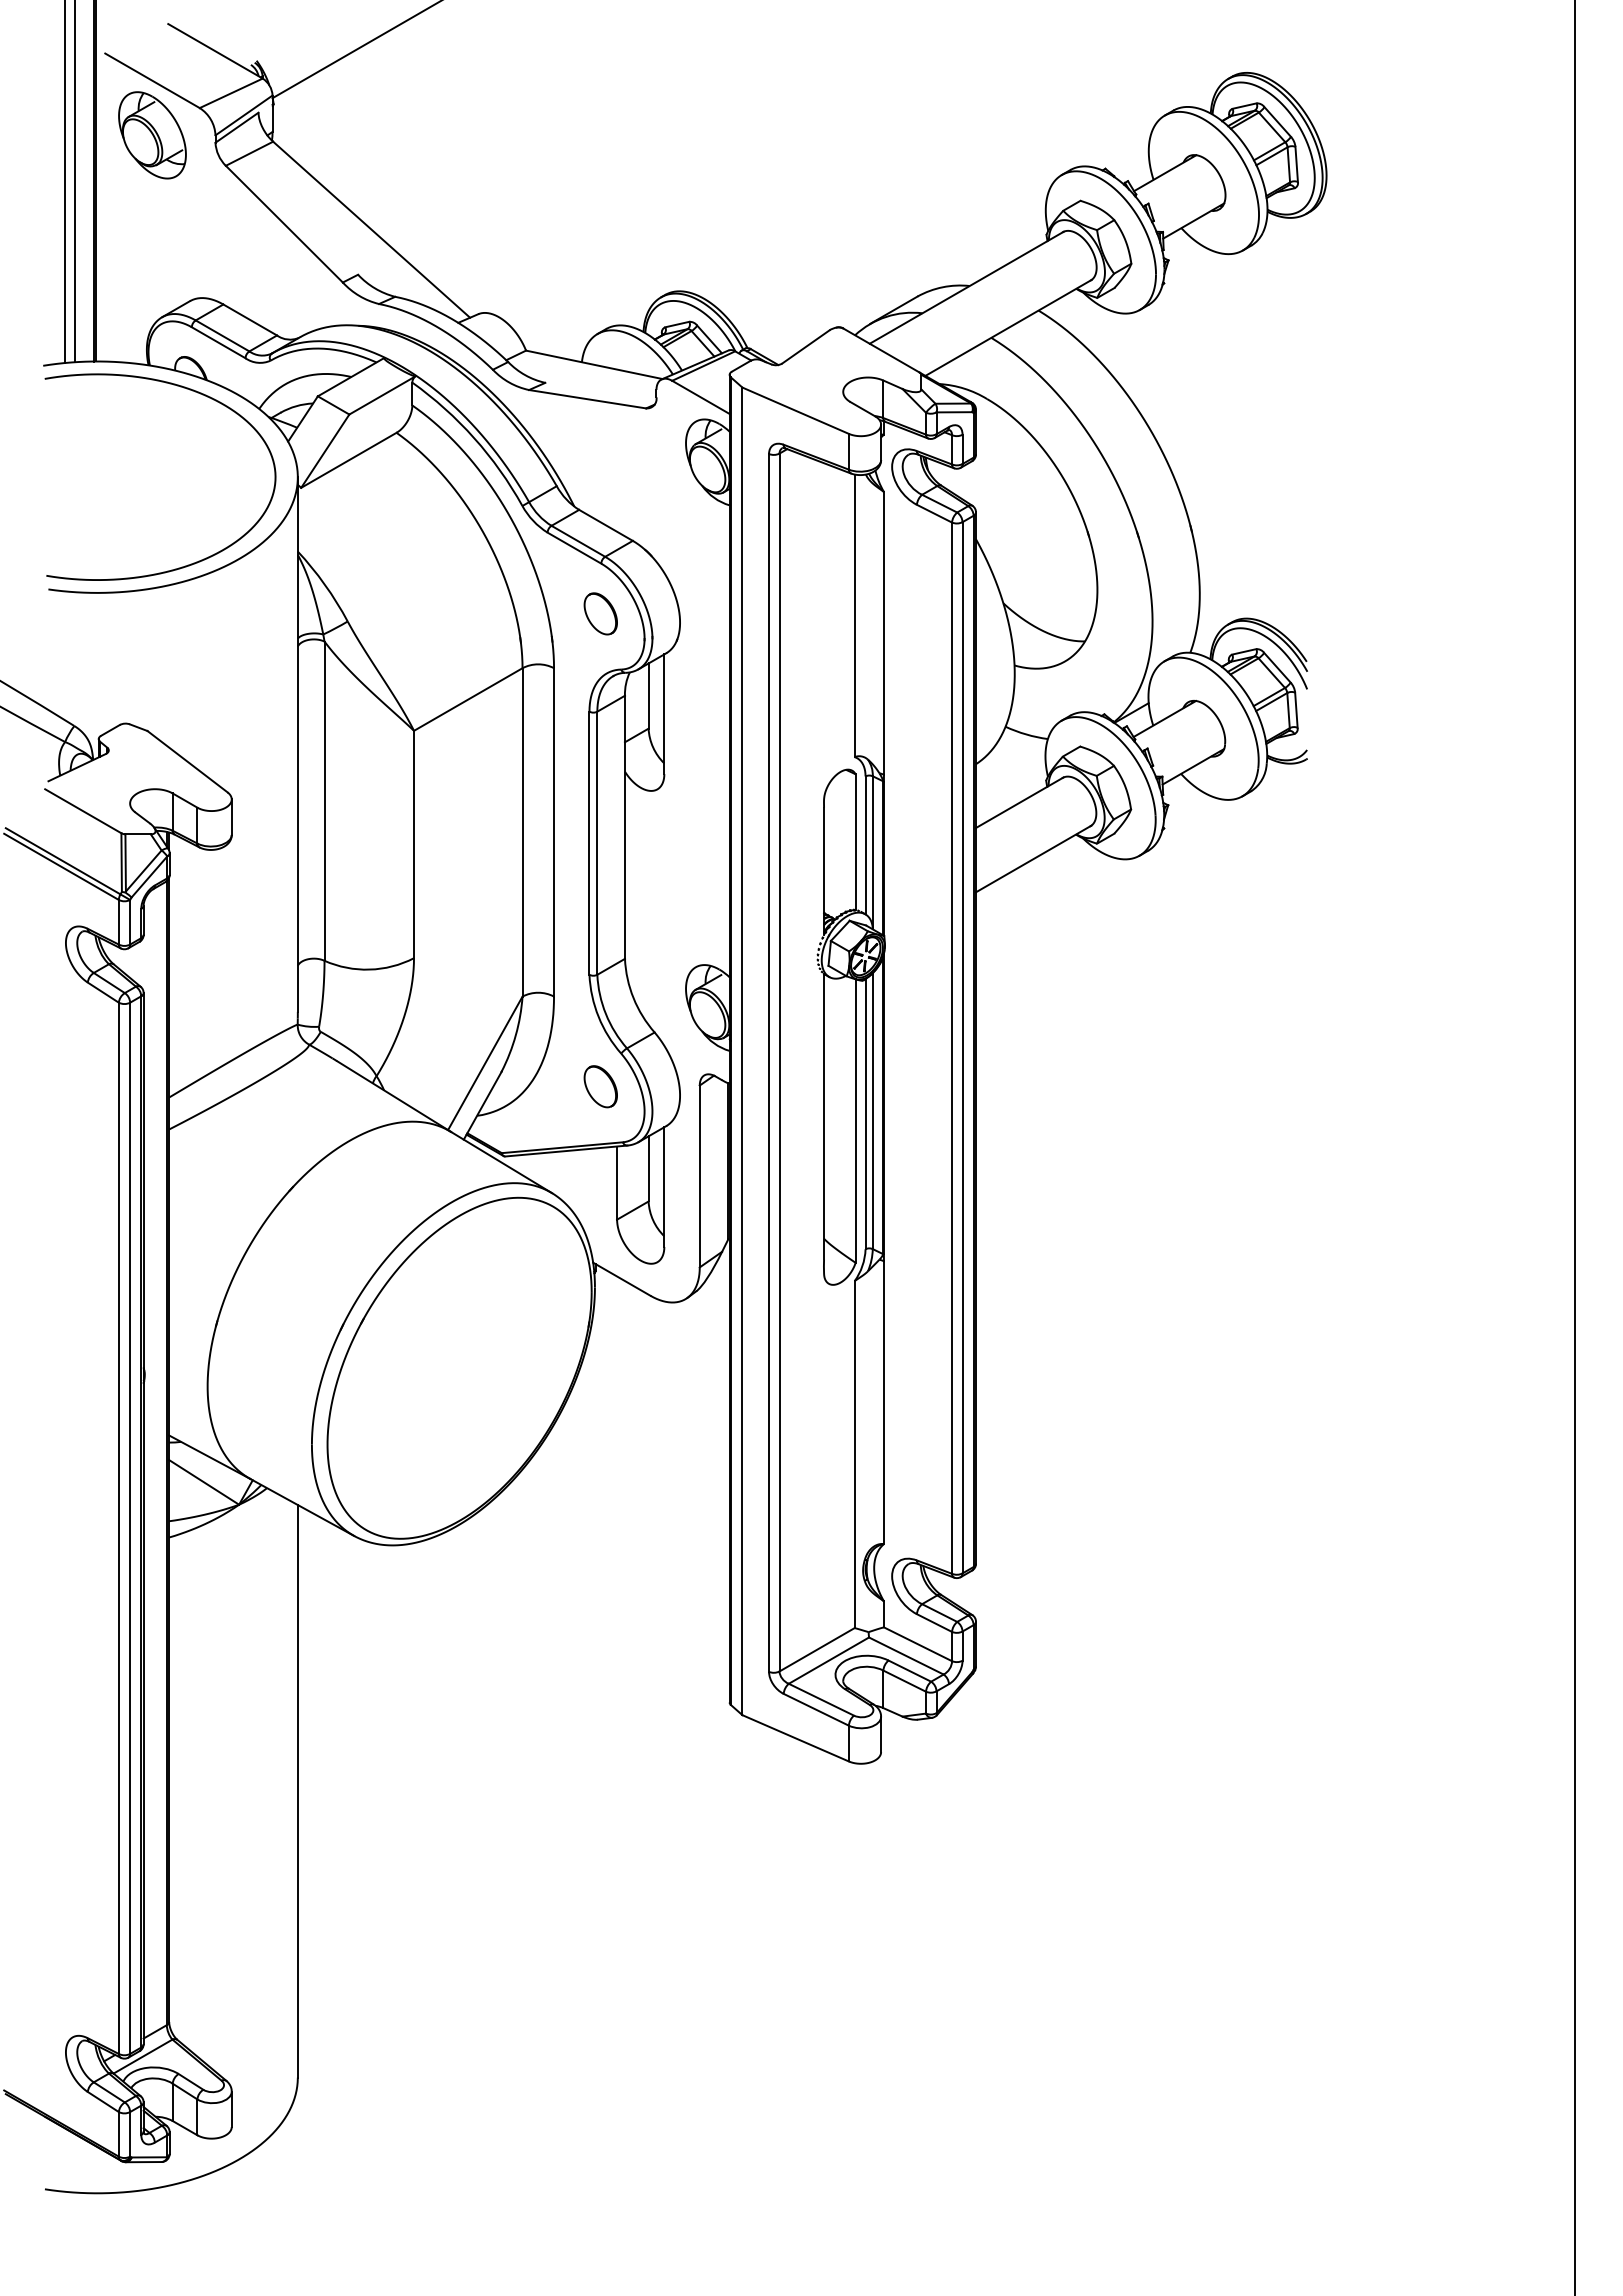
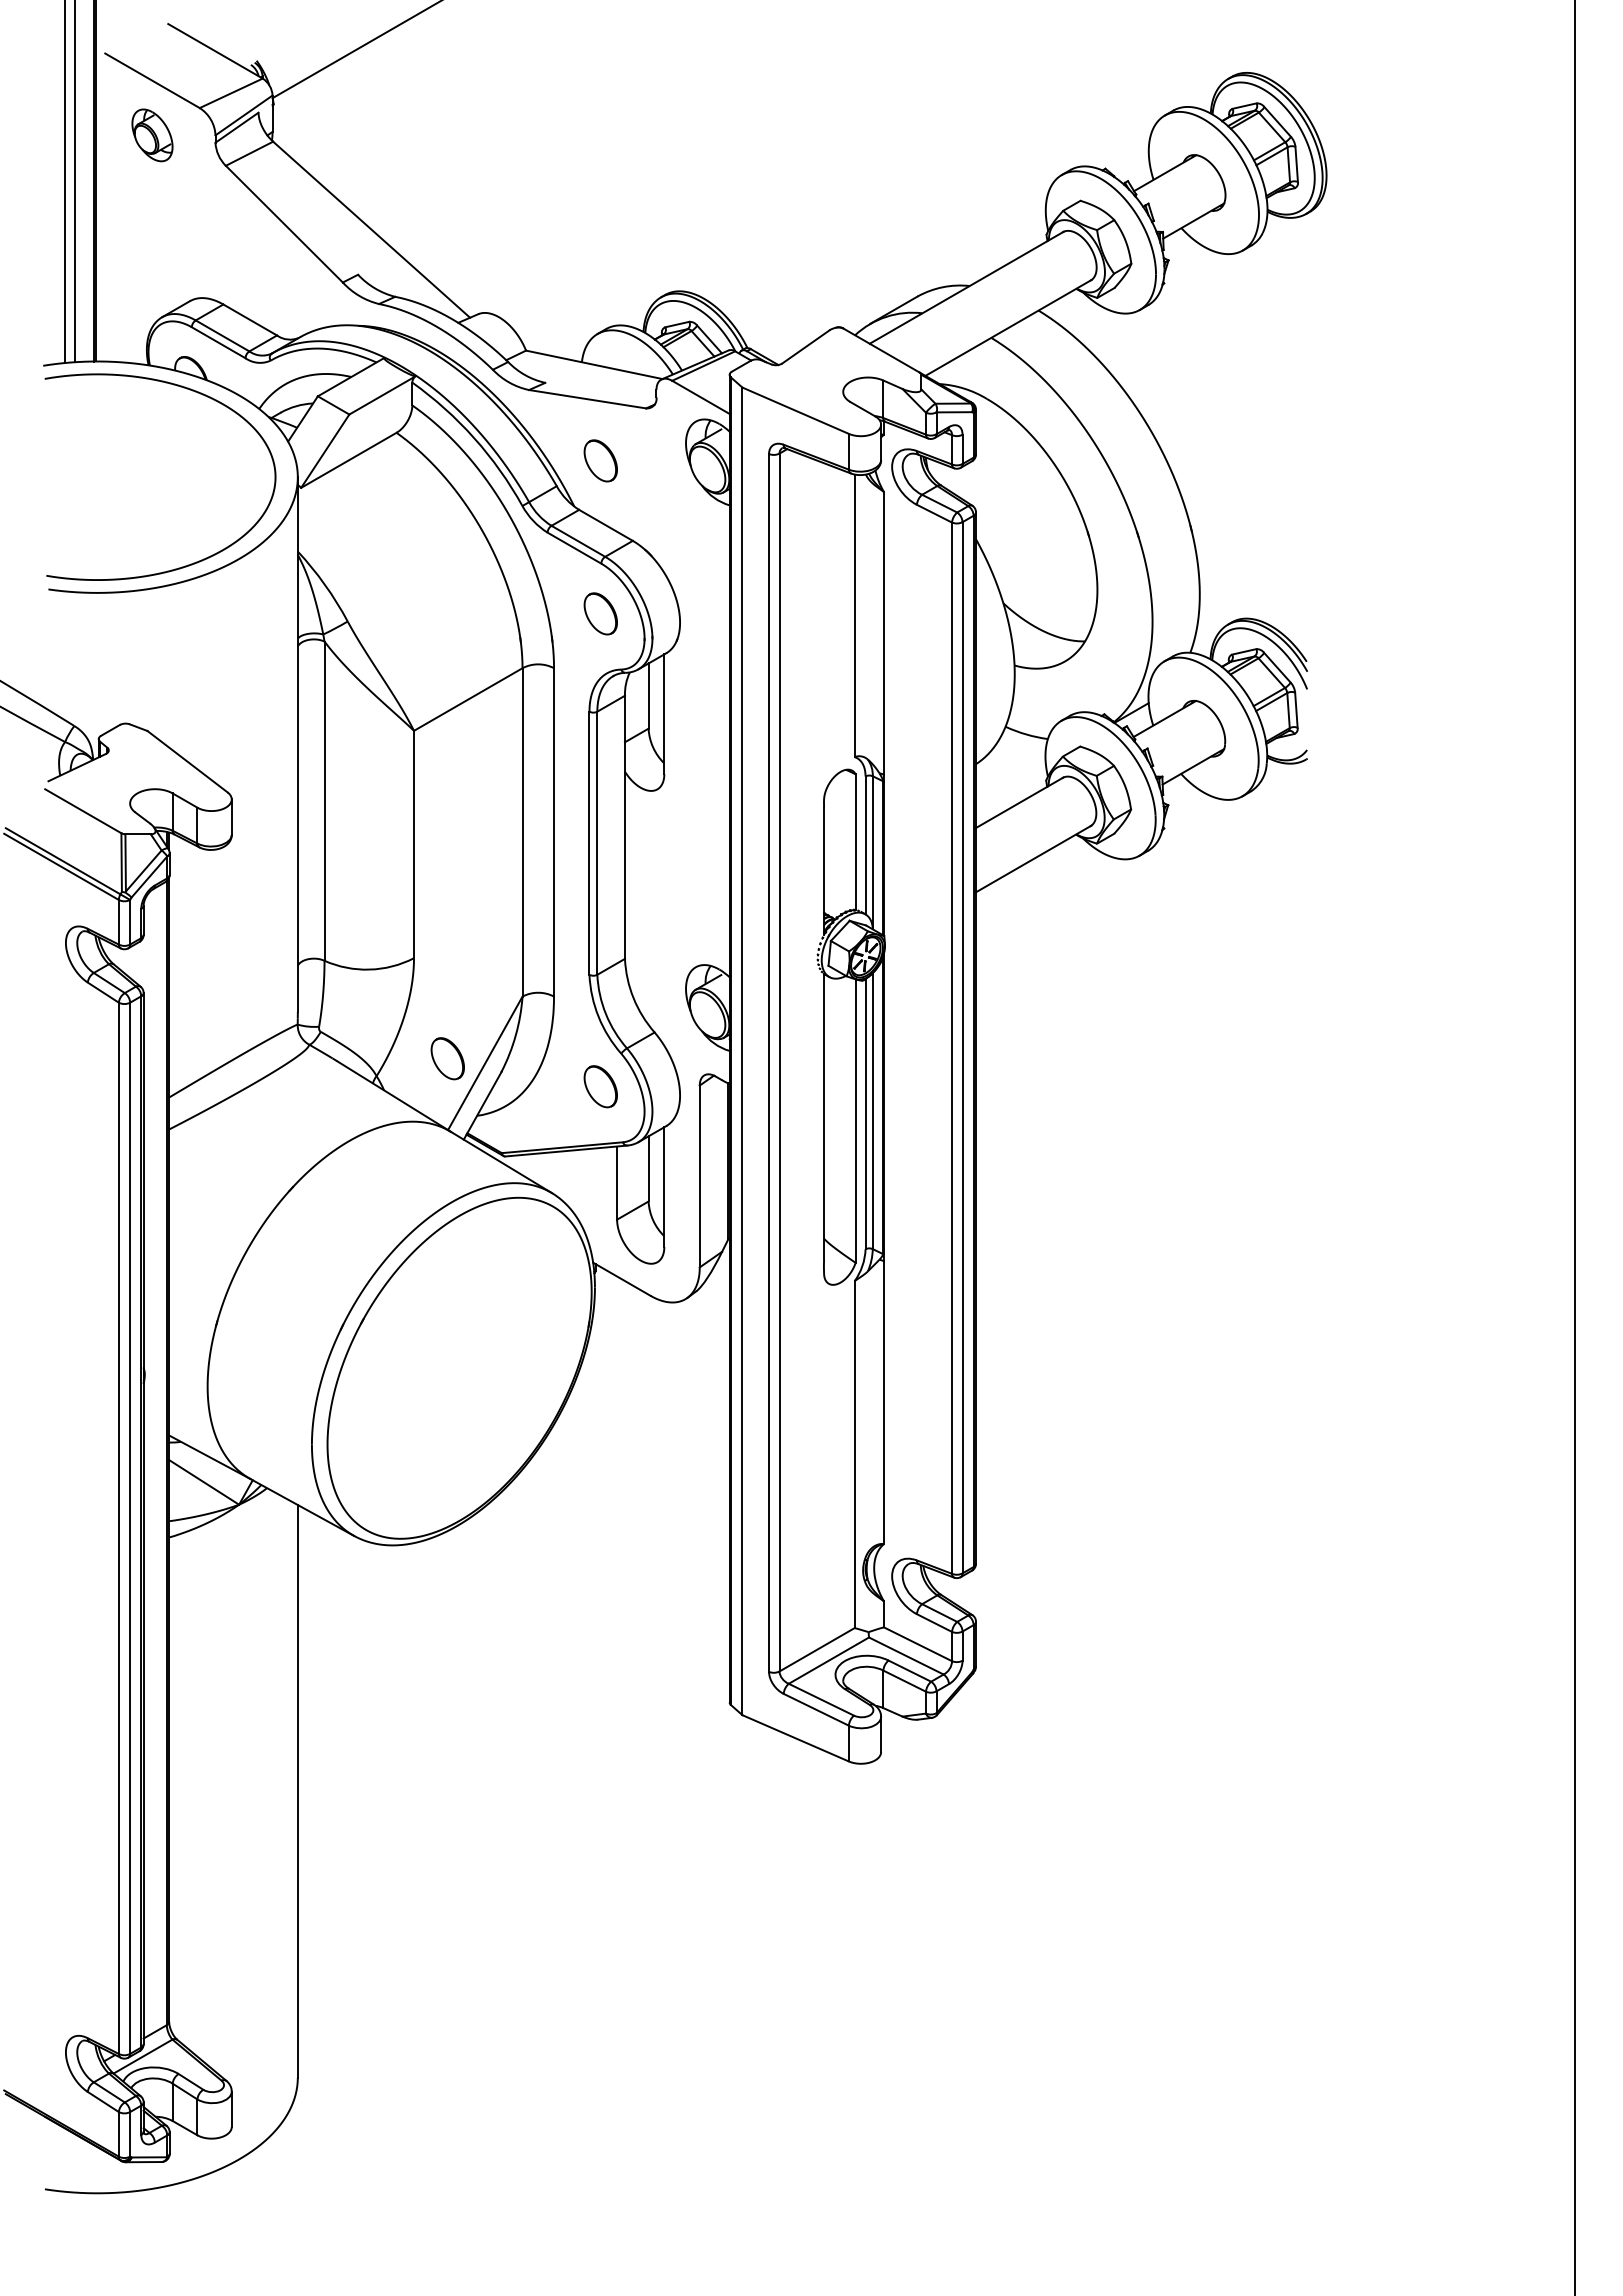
part at (152, 135) size: 69x89 px -> 43x55 px
part at (600, 460): none -> present
part at (447, 1058): none -> present
